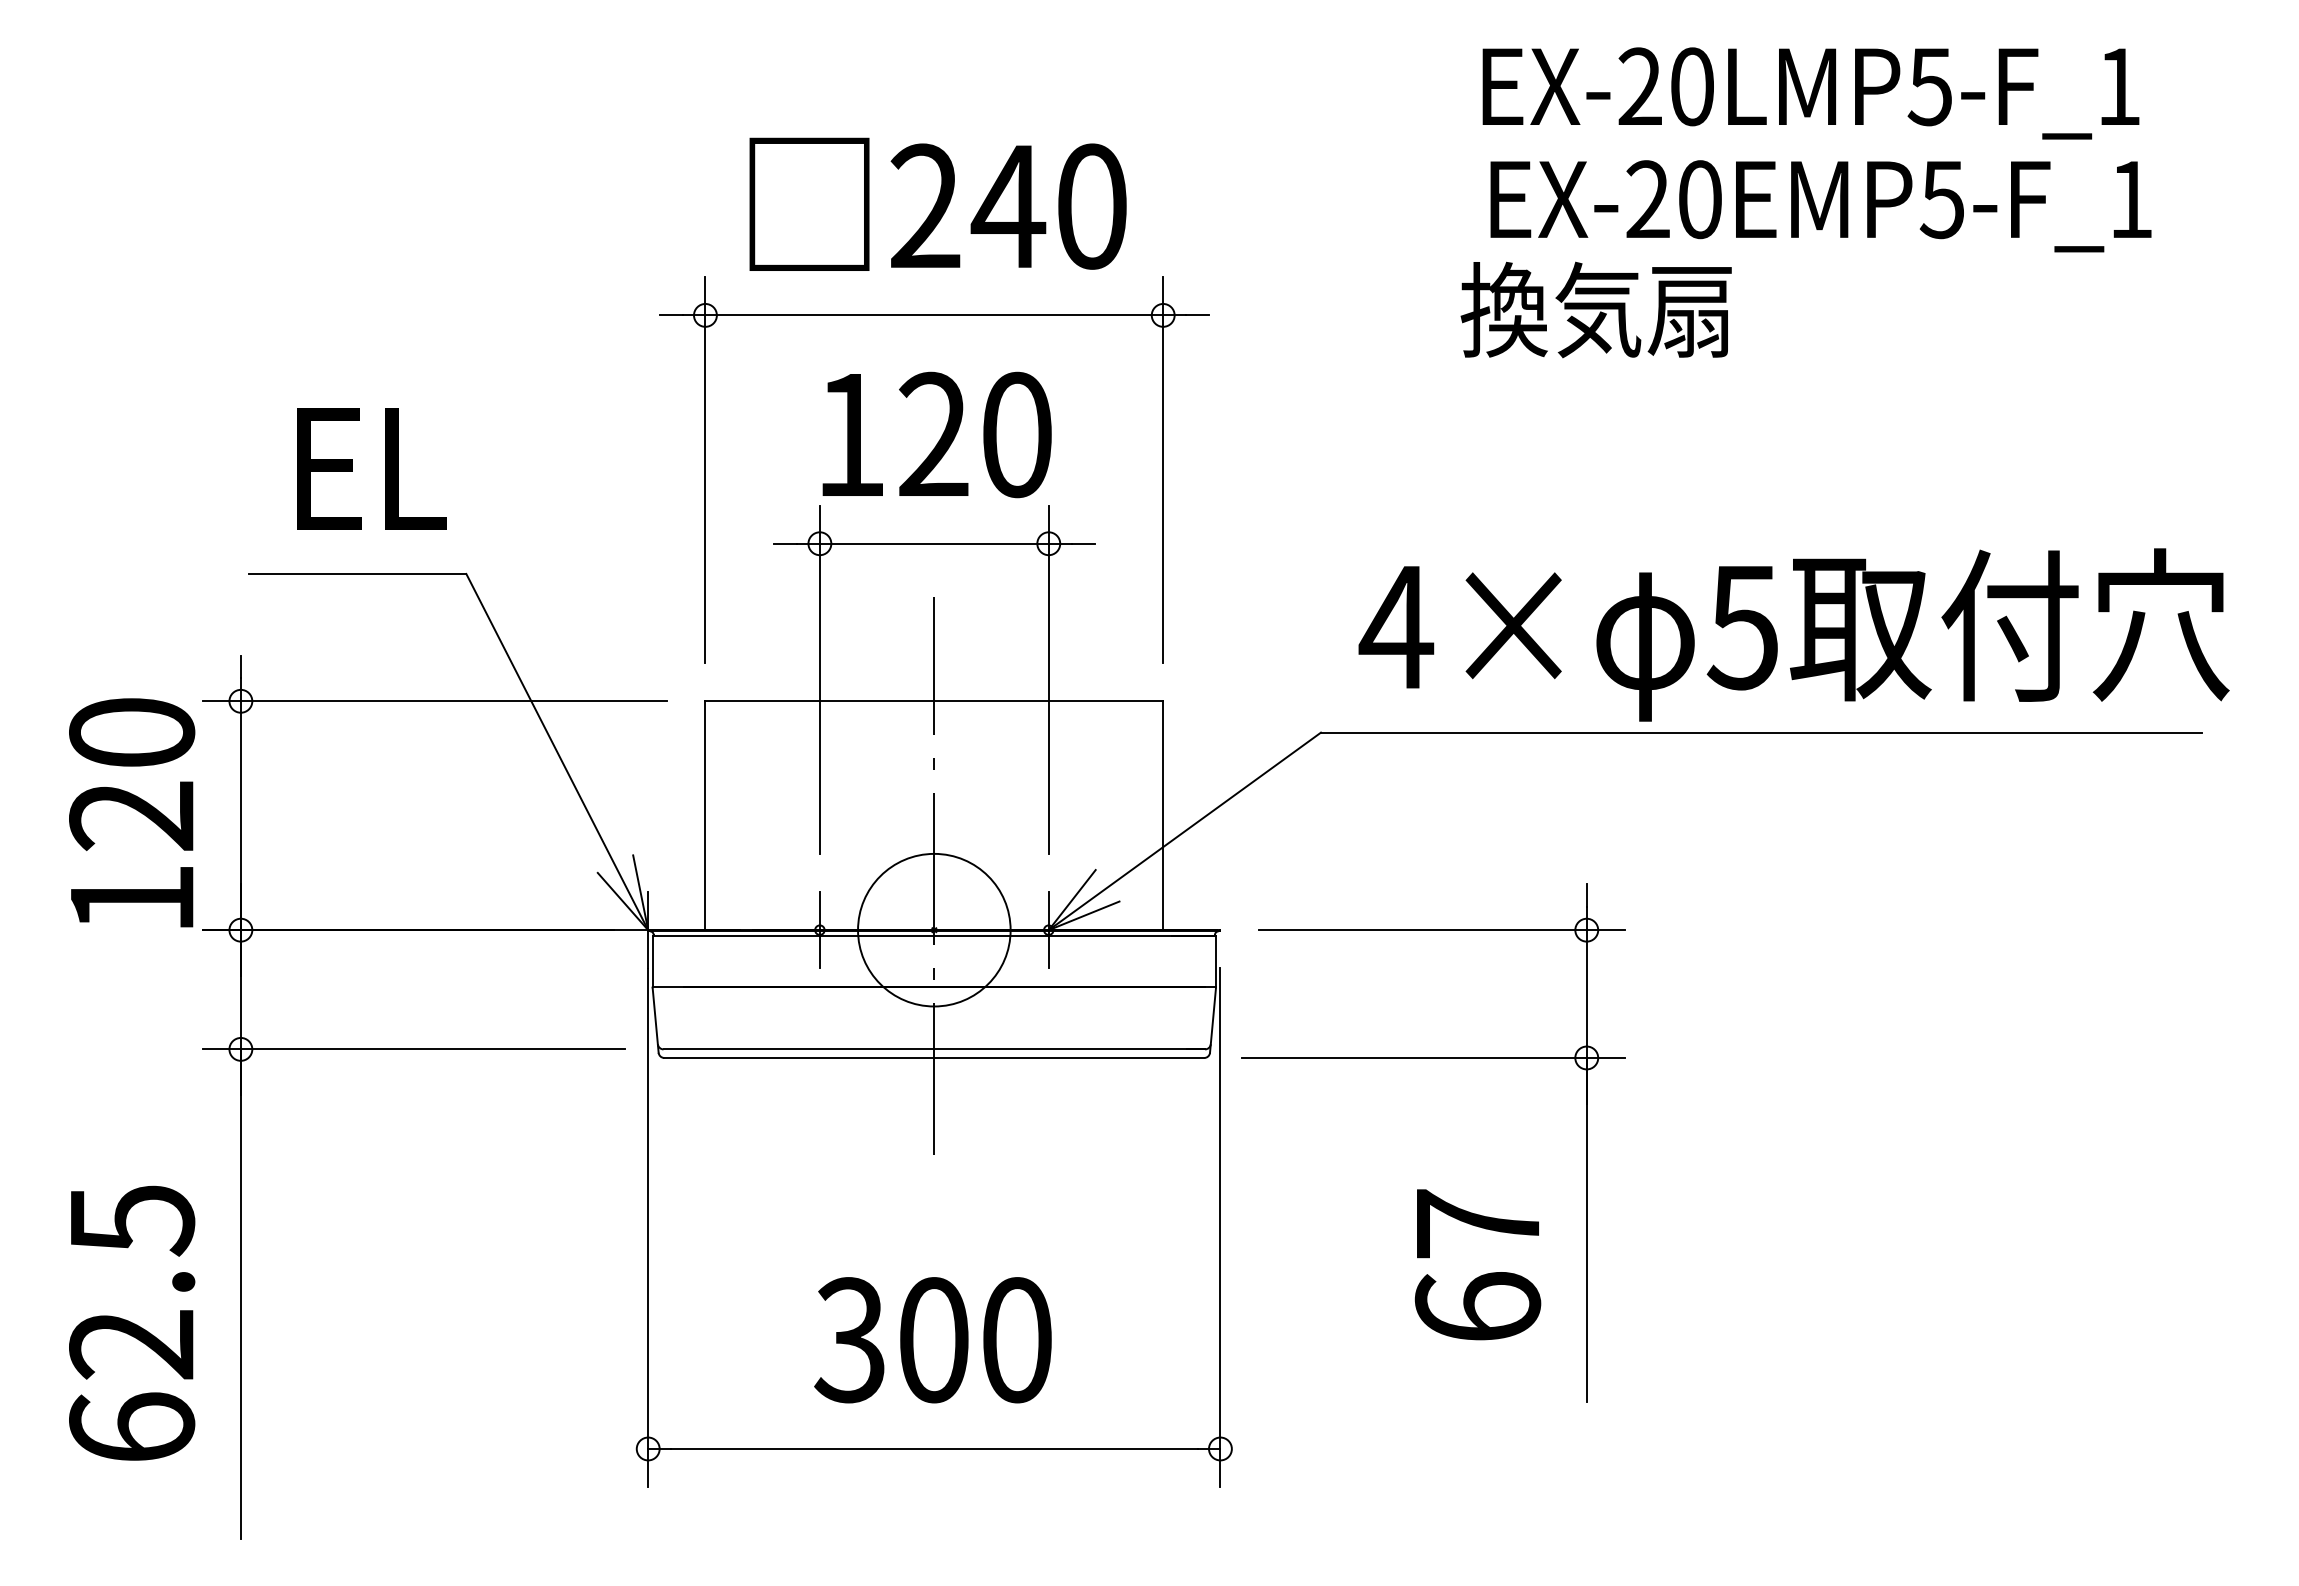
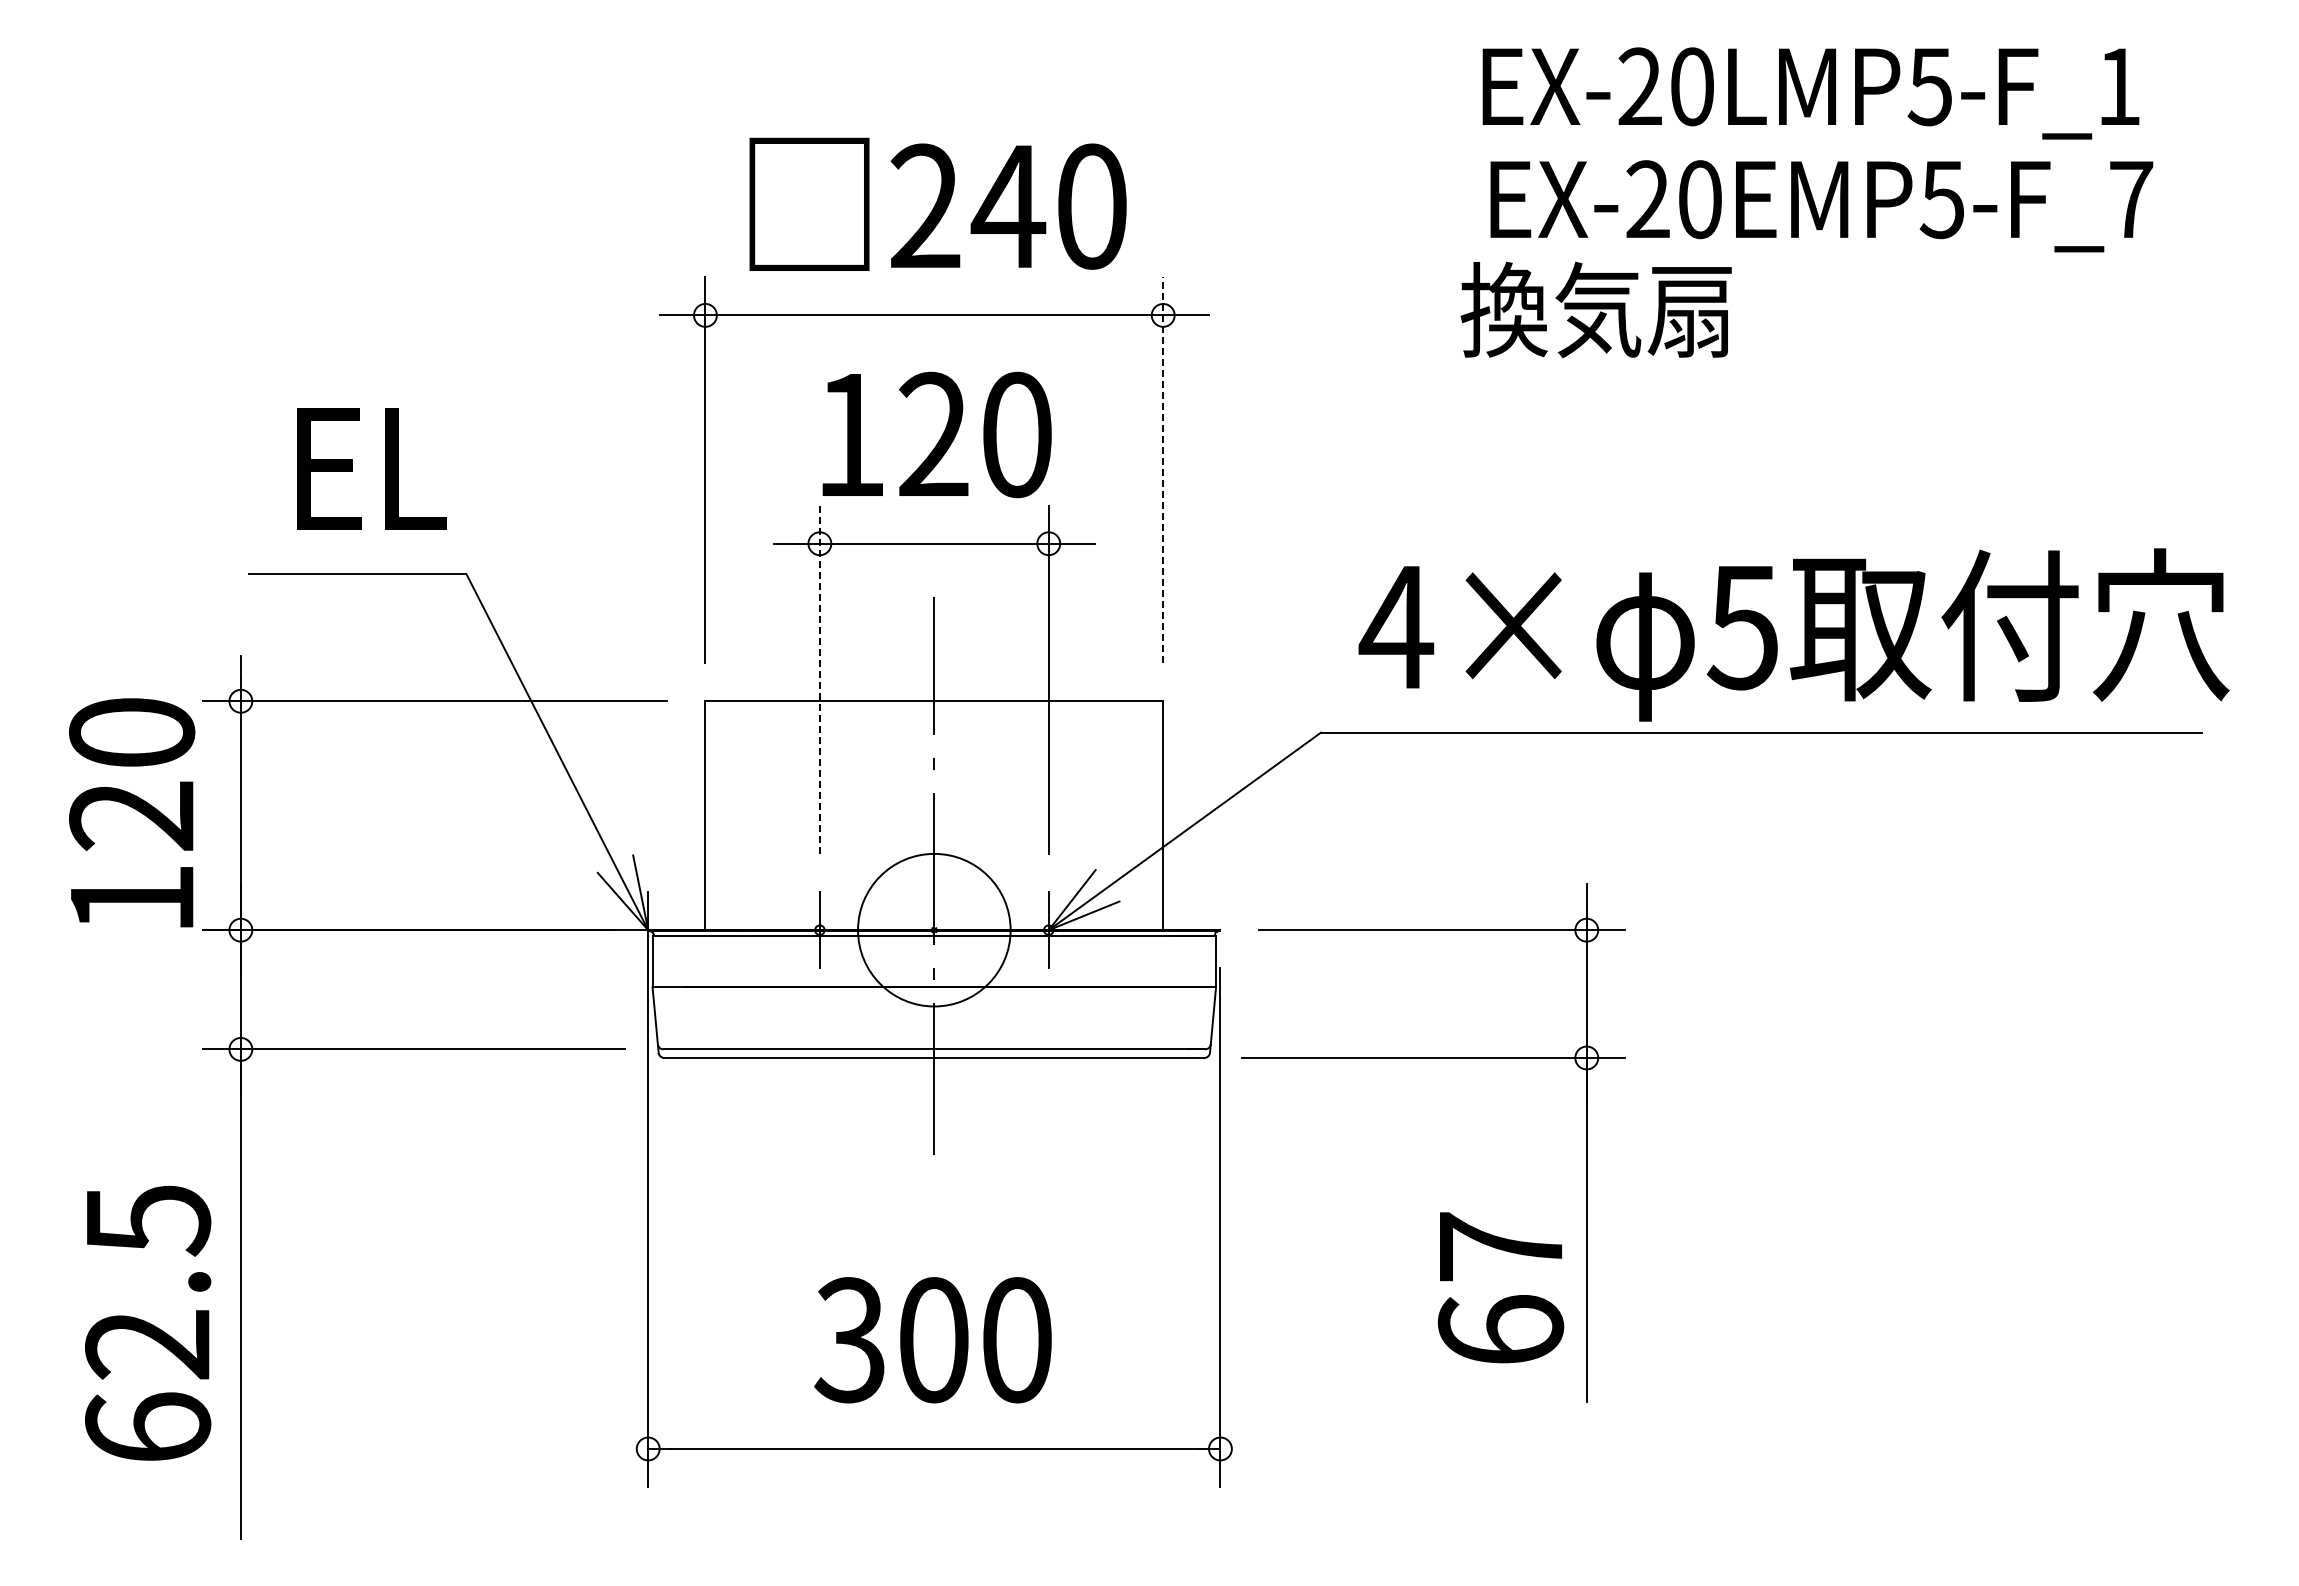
text at (2131, 199): EX-20EMP5-F_1 -> EX-20EMP5-F_7
line at (1163, 470): solid -> dashed
line at (819, 679): solid -> dashed
text at (1477, 1264) position: (1477, 1264) -> (1500, 1287)
text at (132, 1322) position: (132, 1322) -> (148, 1322)
